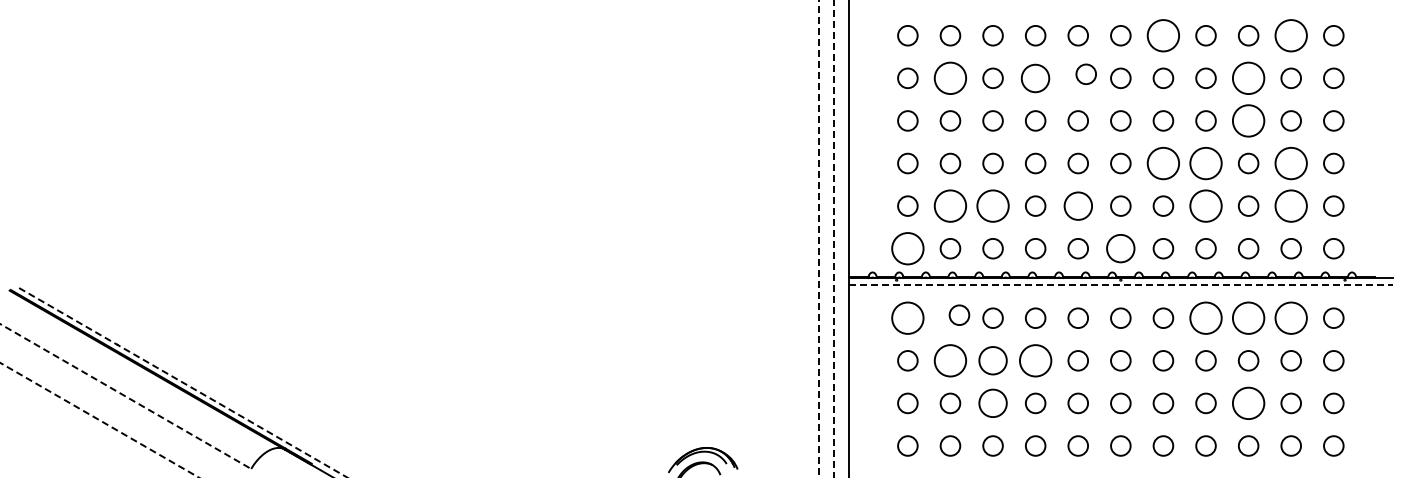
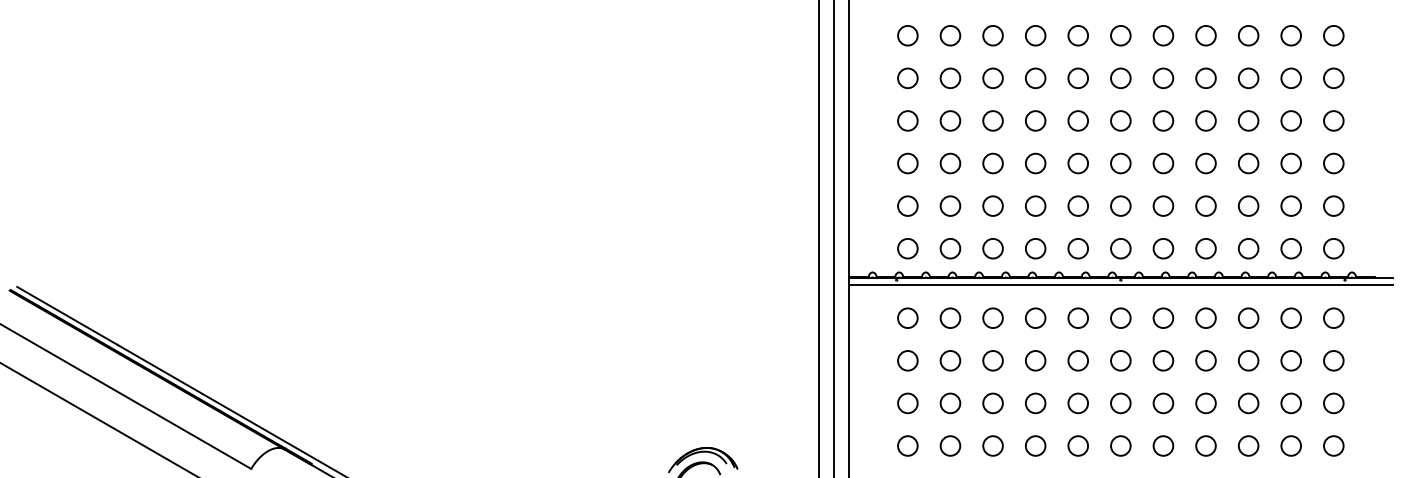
circle at (1163, 35) diameter: 31 px -> 20 px
circle at (1290, 35) diameter: 31 px -> 20 px
circle at (1085, 73) position: (1085, 73) -> (1077, 77)
circle at (950, 78) diameter: 31 px -> 20 px
circle at (1035, 78) size: 31x31 px -> 22x22 px
circle at (1248, 78) diameter: 31 px -> 20 px
circle at (1248, 120) diameter: 31 px -> 20 px
circle at (1163, 163) diameter: 31 px -> 20 px
circle at (1205, 163) diameter: 31 px -> 20 px
circle at (1290, 163) diameter: 31 px -> 20 px
circle at (950, 205) diameter: 31 px -> 20 px
circle at (992, 205) diameter: 31 px -> 20 px
circle at (1077, 205) size: 30x30 px -> 22x22 px
circle at (1205, 205) diameter: 31 px -> 20 px
circle at (1290, 205) diameter: 31 px -> 20 px
line at (819, 238): dashed -> solid
line at (834, 238): dashed -> solid
circle at (907, 248) diameter: 31 px -> 20 px
circle at (1120, 248) size: 30x30 px -> 22x22 px
line at (1120, 284): dashed -> solid
circle at (959, 314) position: (959, 314) -> (950, 317)
circle at (907, 317) diameter: 31 px -> 20 px
circle at (1205, 317) diameter: 31 px -> 20 px
circle at (1248, 317) diameter: 31 px -> 20 px
circle at (1290, 317) diameter: 31 px -> 20 px
circle at (950, 360) diameter: 31 px -> 20 px
circle at (992, 360) size: 30x30 px -> 22x22 px
circle at (1035, 360) diameter: 31 px -> 20 px
line at (182, 382): dashed -> solid
line at (125, 396): dashed -> solid
circle at (992, 402) size: 30x30 px -> 22x23 px
circle at (1248, 403) diameter: 31 px -> 20 px
line at (99, 420): dashed -> solid
